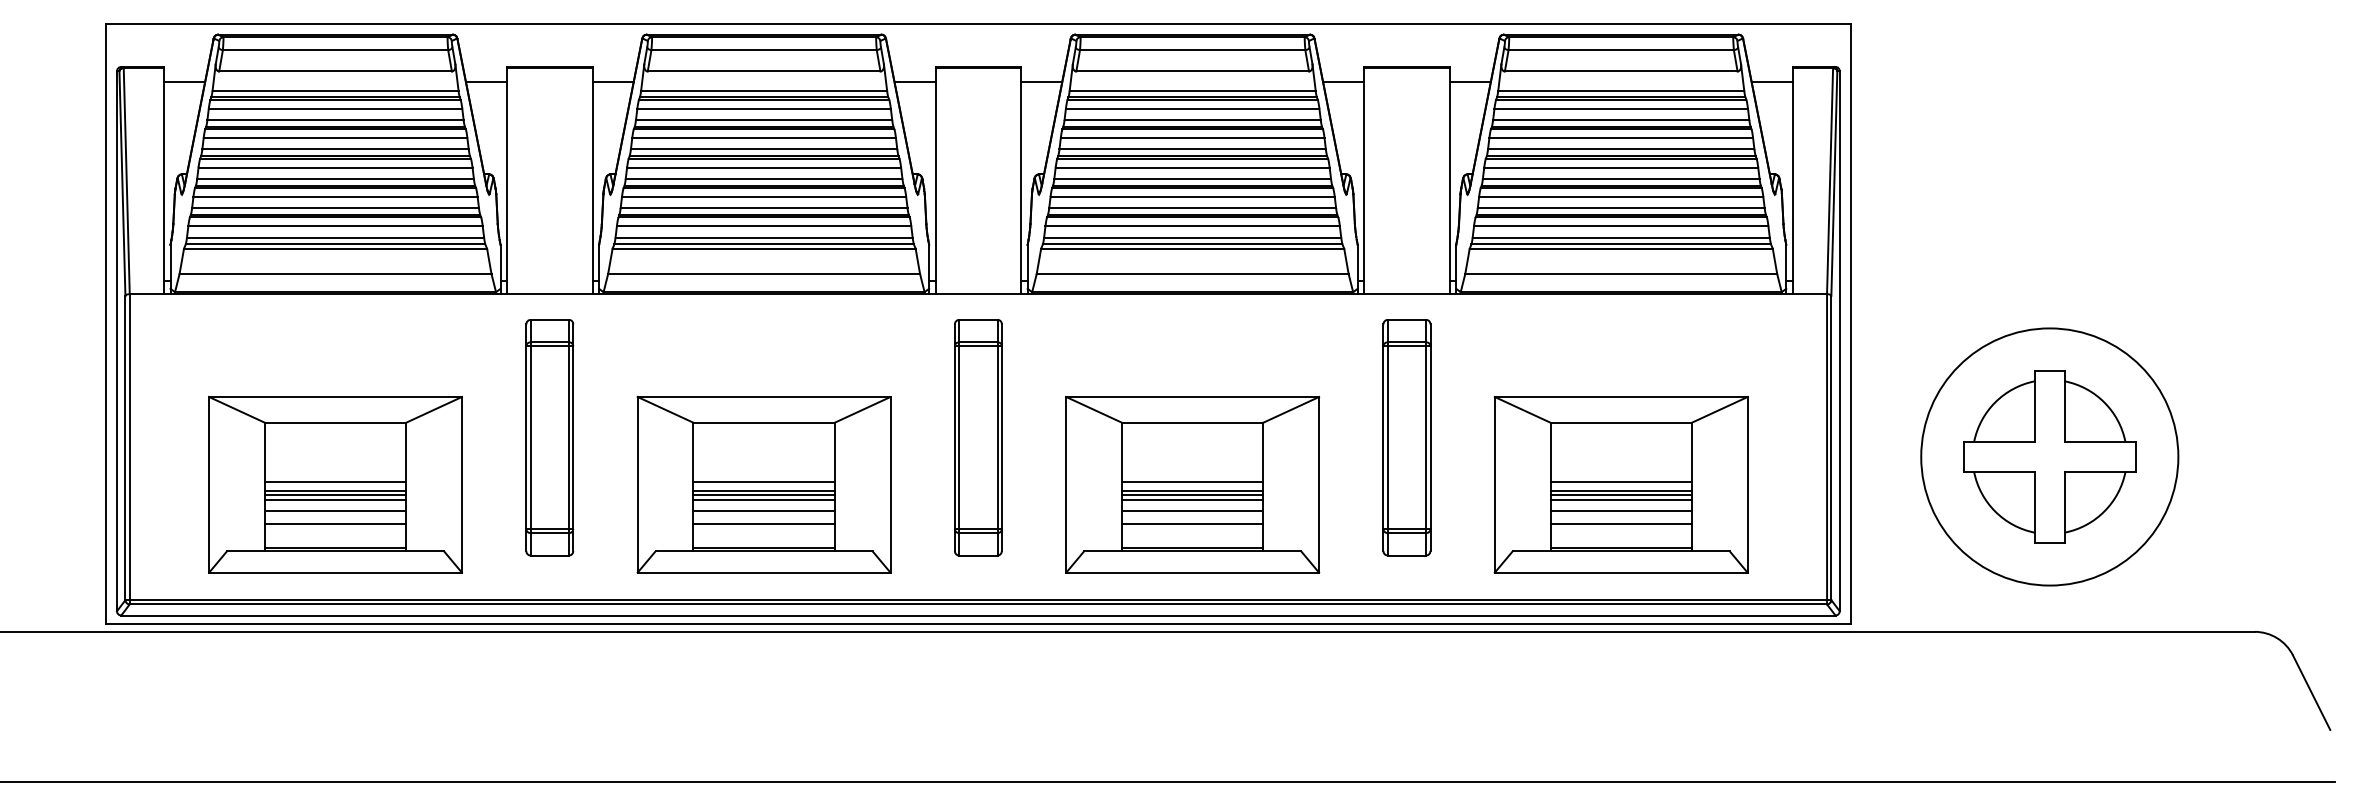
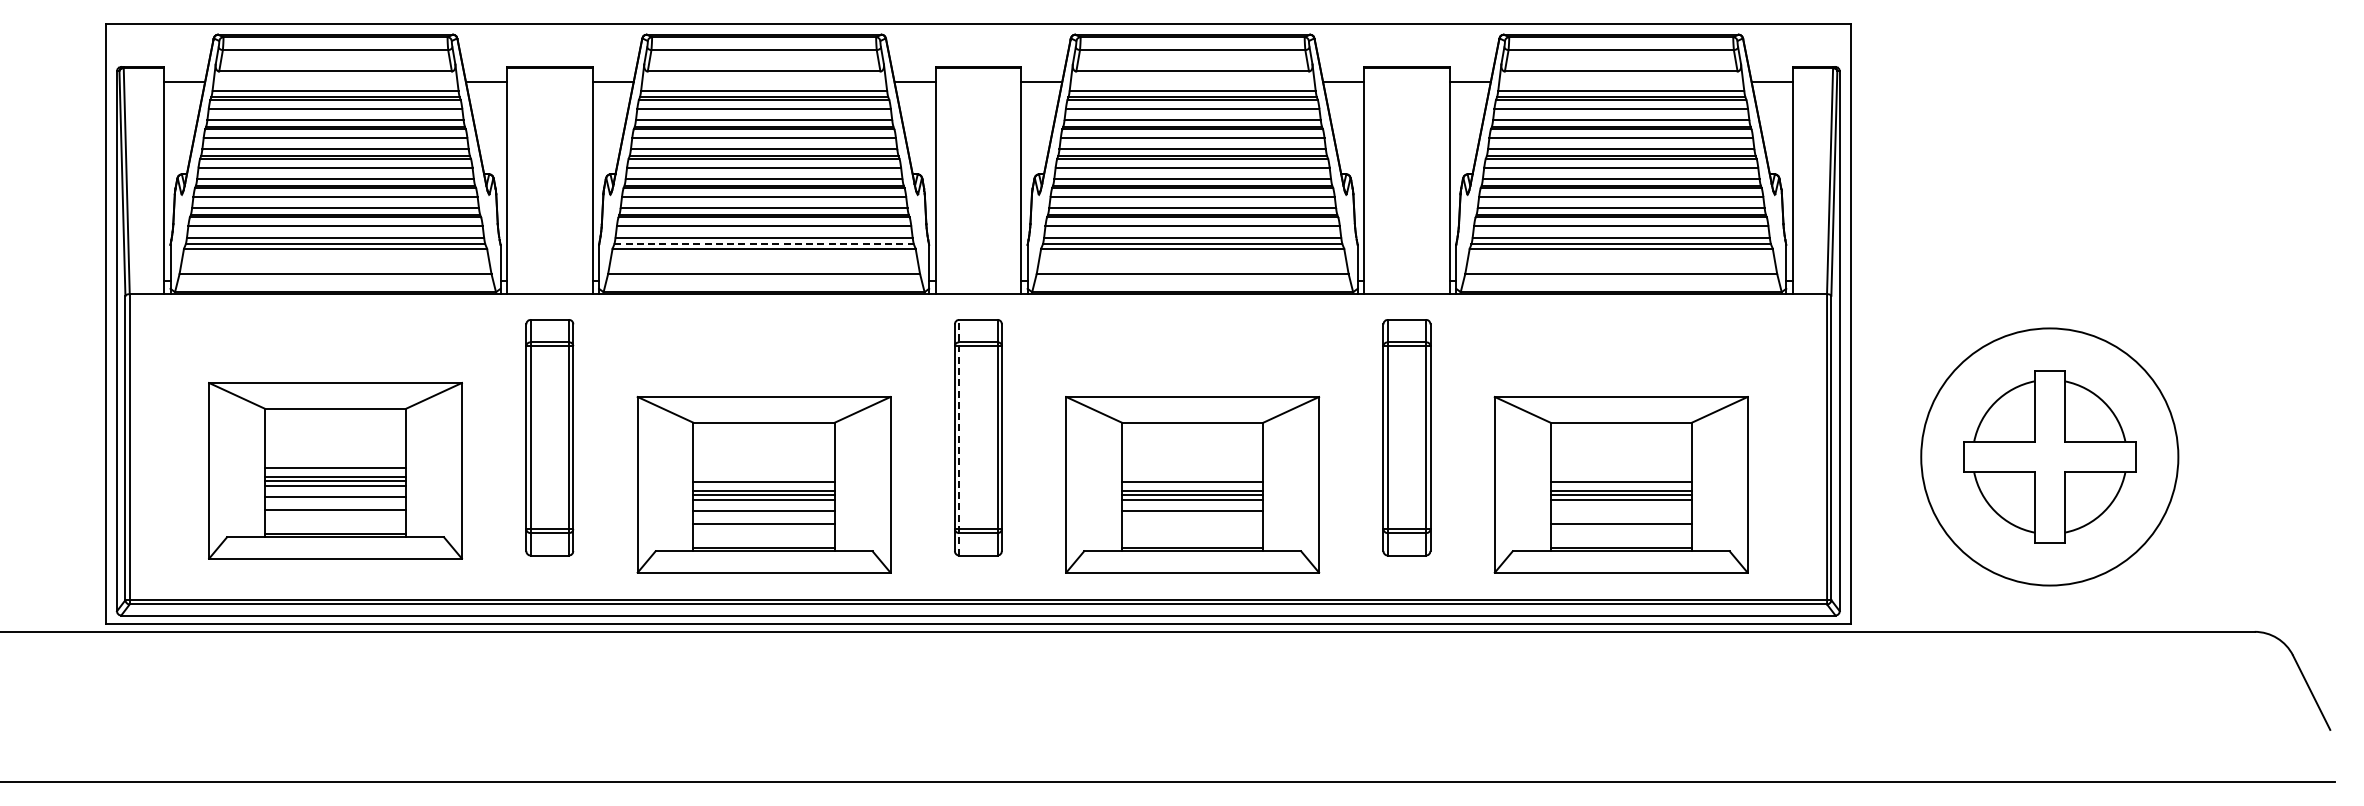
line at (764, 244): solid -> dashed
line at (959, 437): solid -> dashed
part at (335, 484) position: (335, 484) -> (335, 470)
line at (1620, 510): present -> none
line at (1192, 524): present -> none
